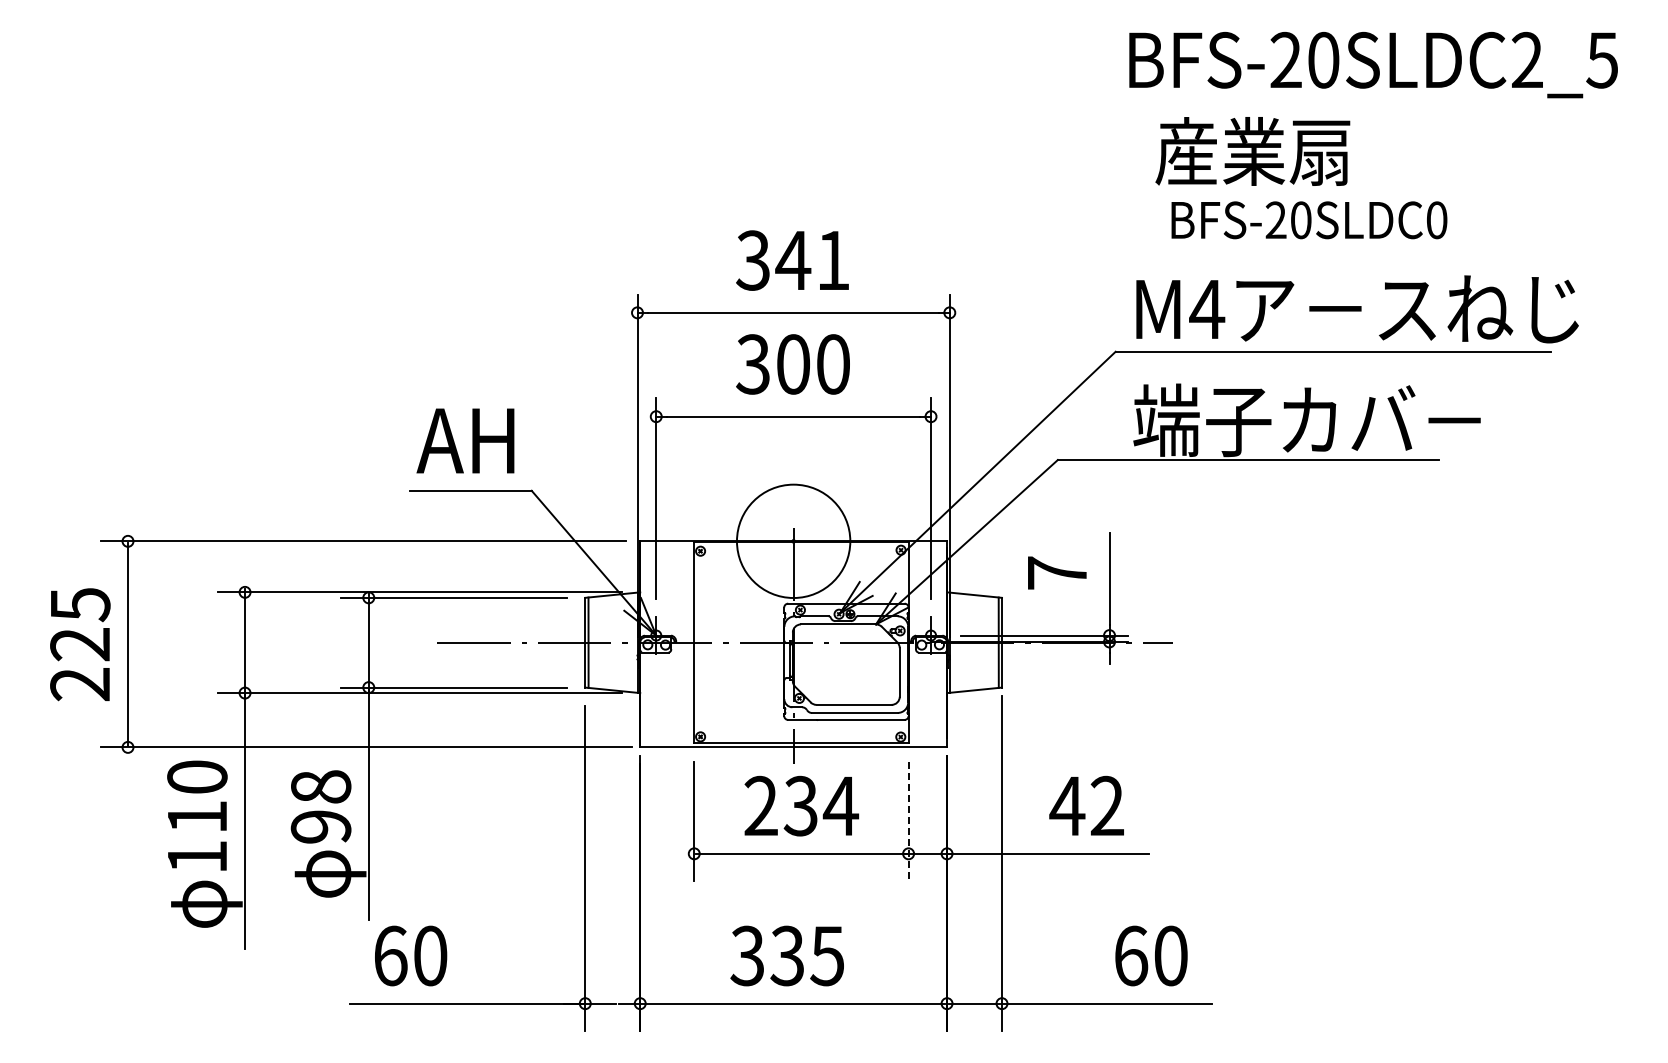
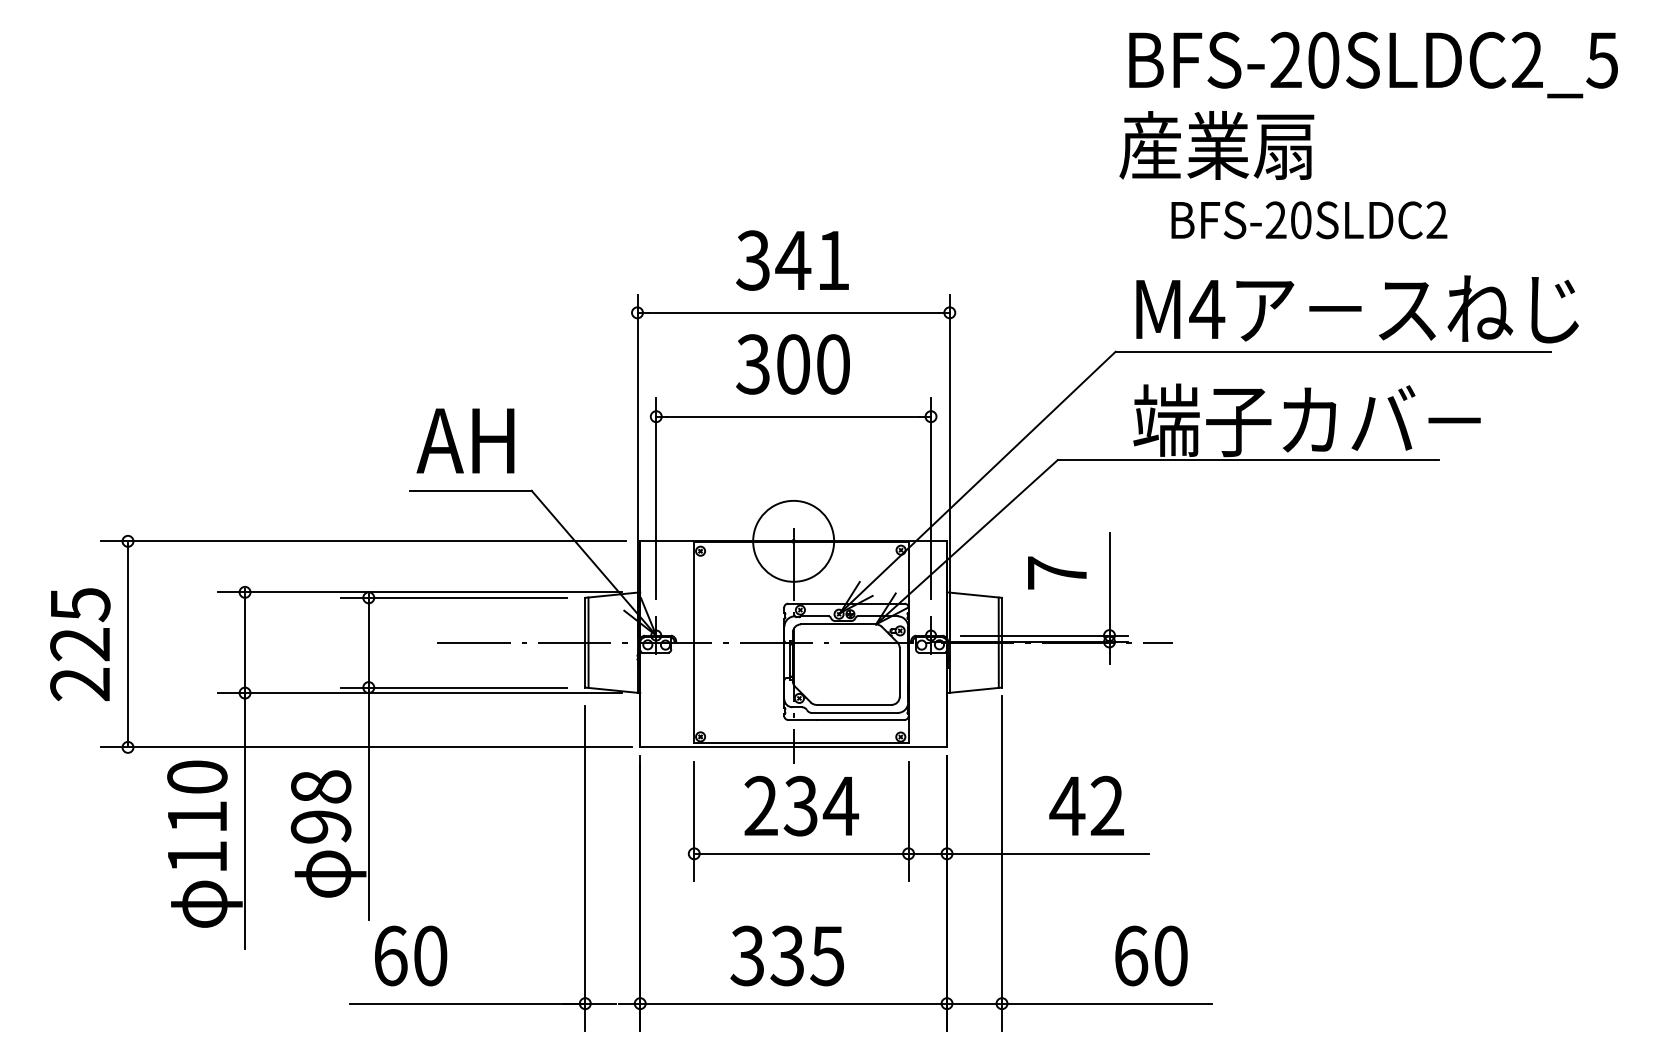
text at (1252, 151) position: (1252, 151) -> (1216, 145)
text at (1436, 220): BFS-20SLDC0 -> BFS-20SLDC2
circle at (793, 541) diameter: 113 px -> 81 px
line at (908, 821): dashed -> solid
